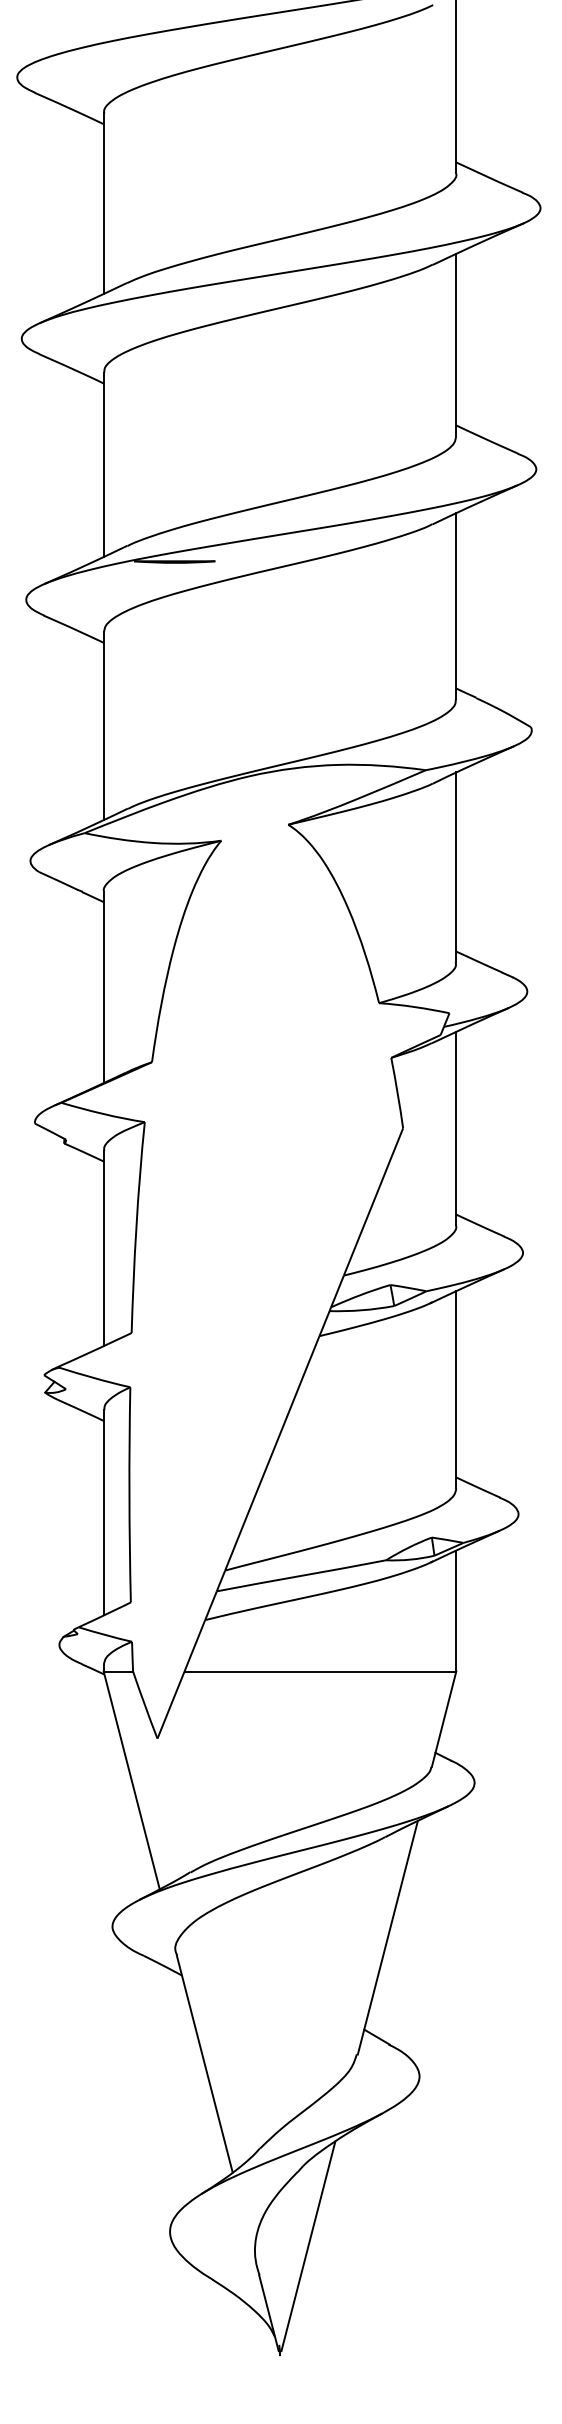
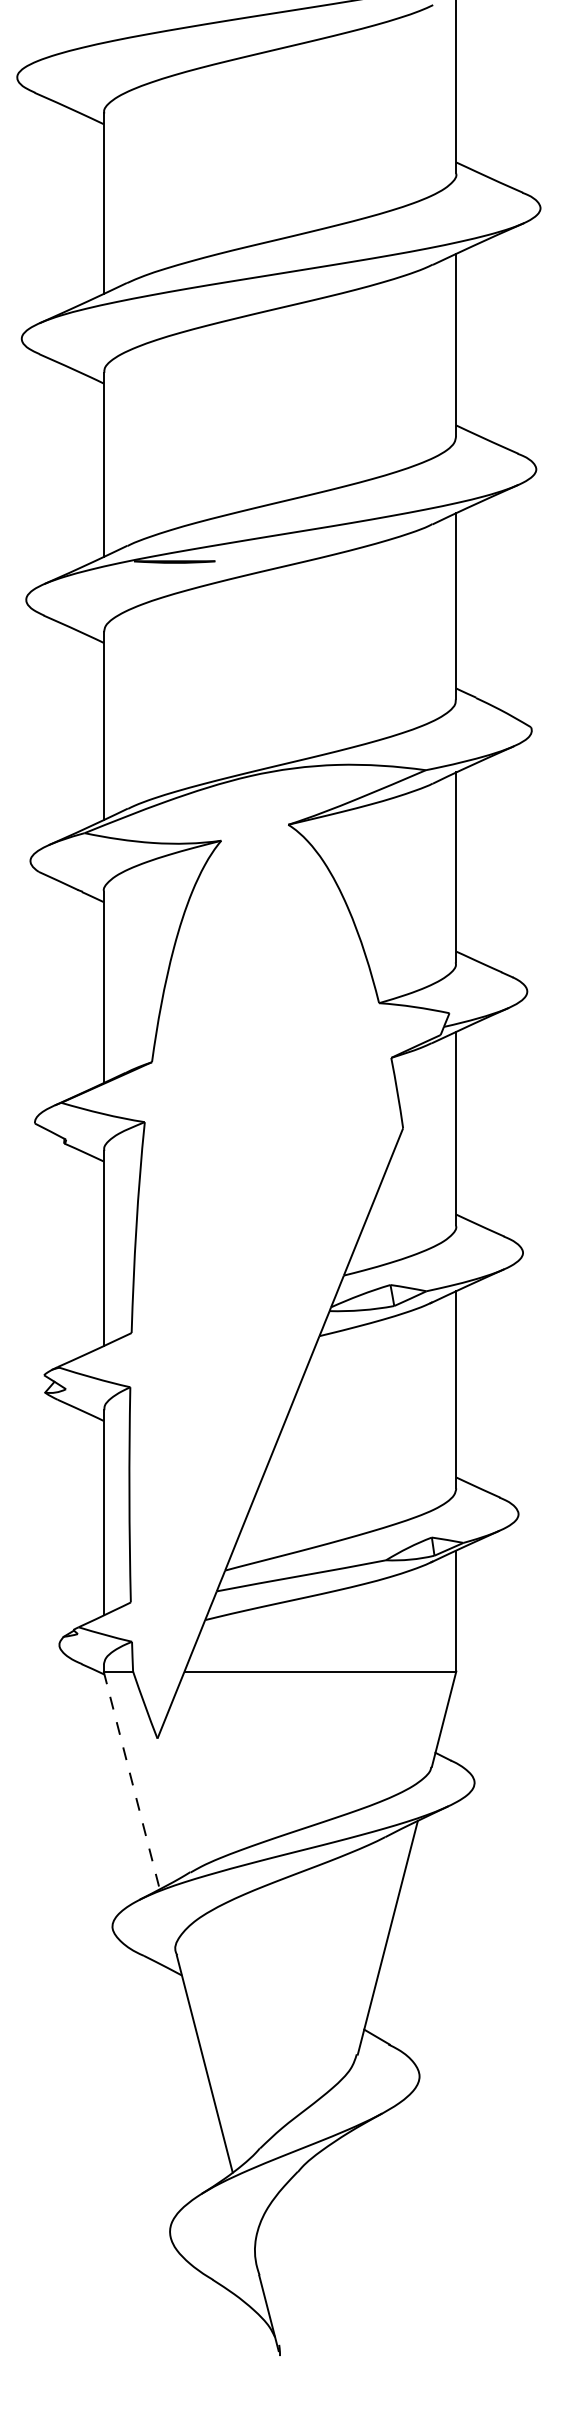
line at (131, 1780): solid -> dashed
line at (308, 2246): present -> none
